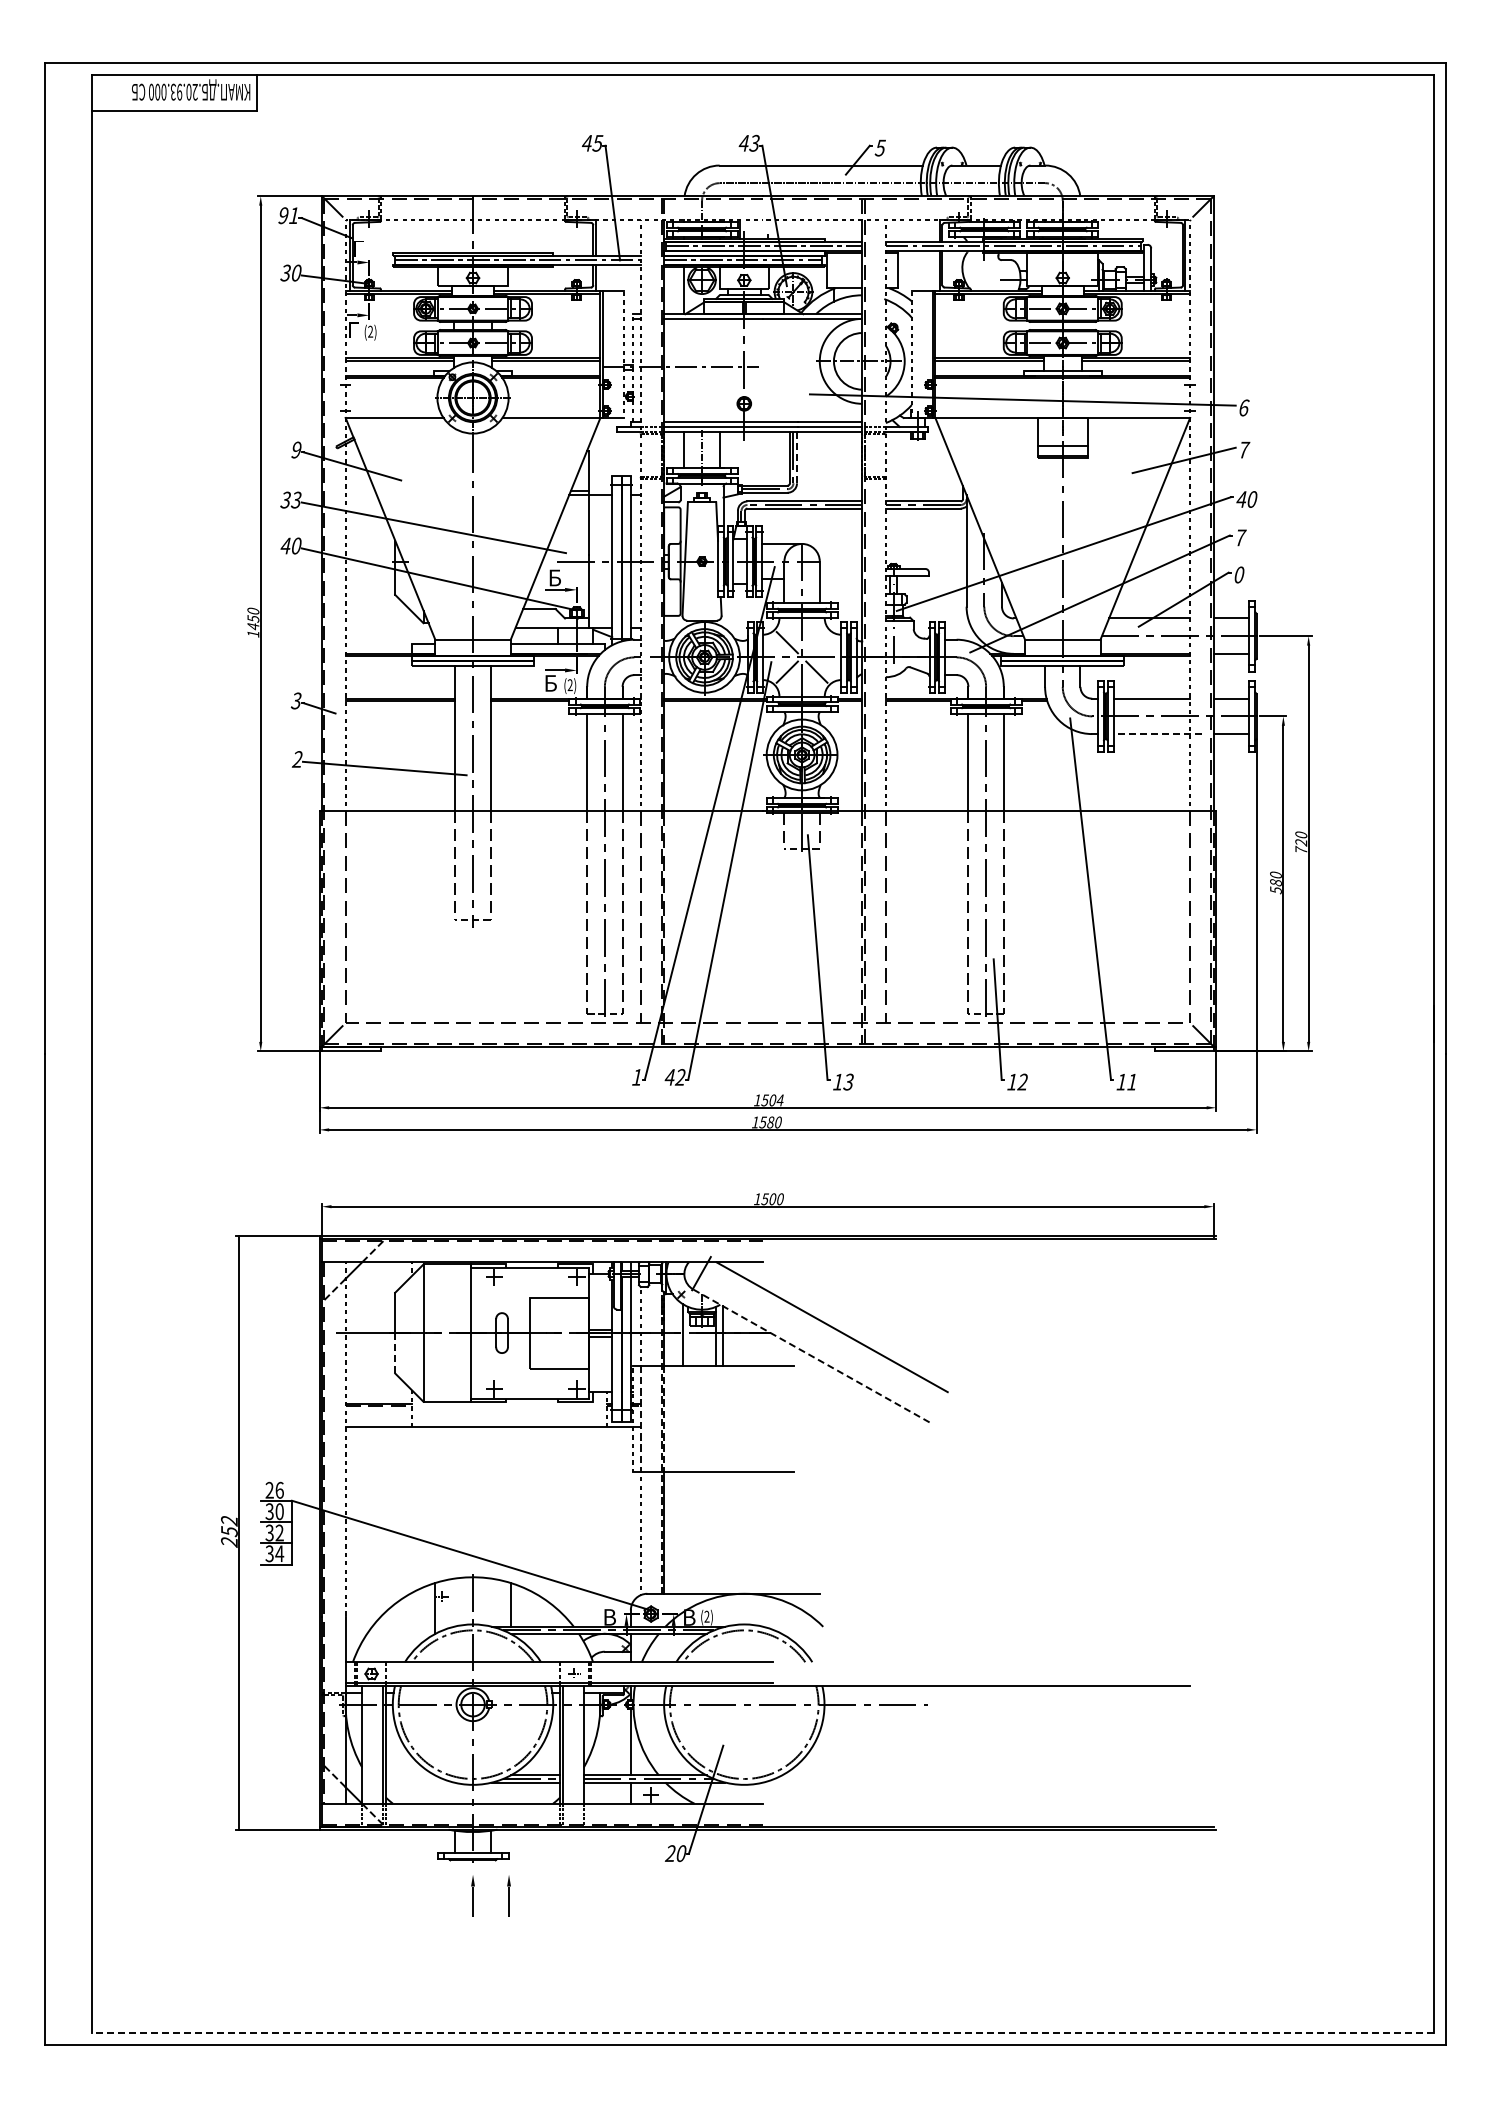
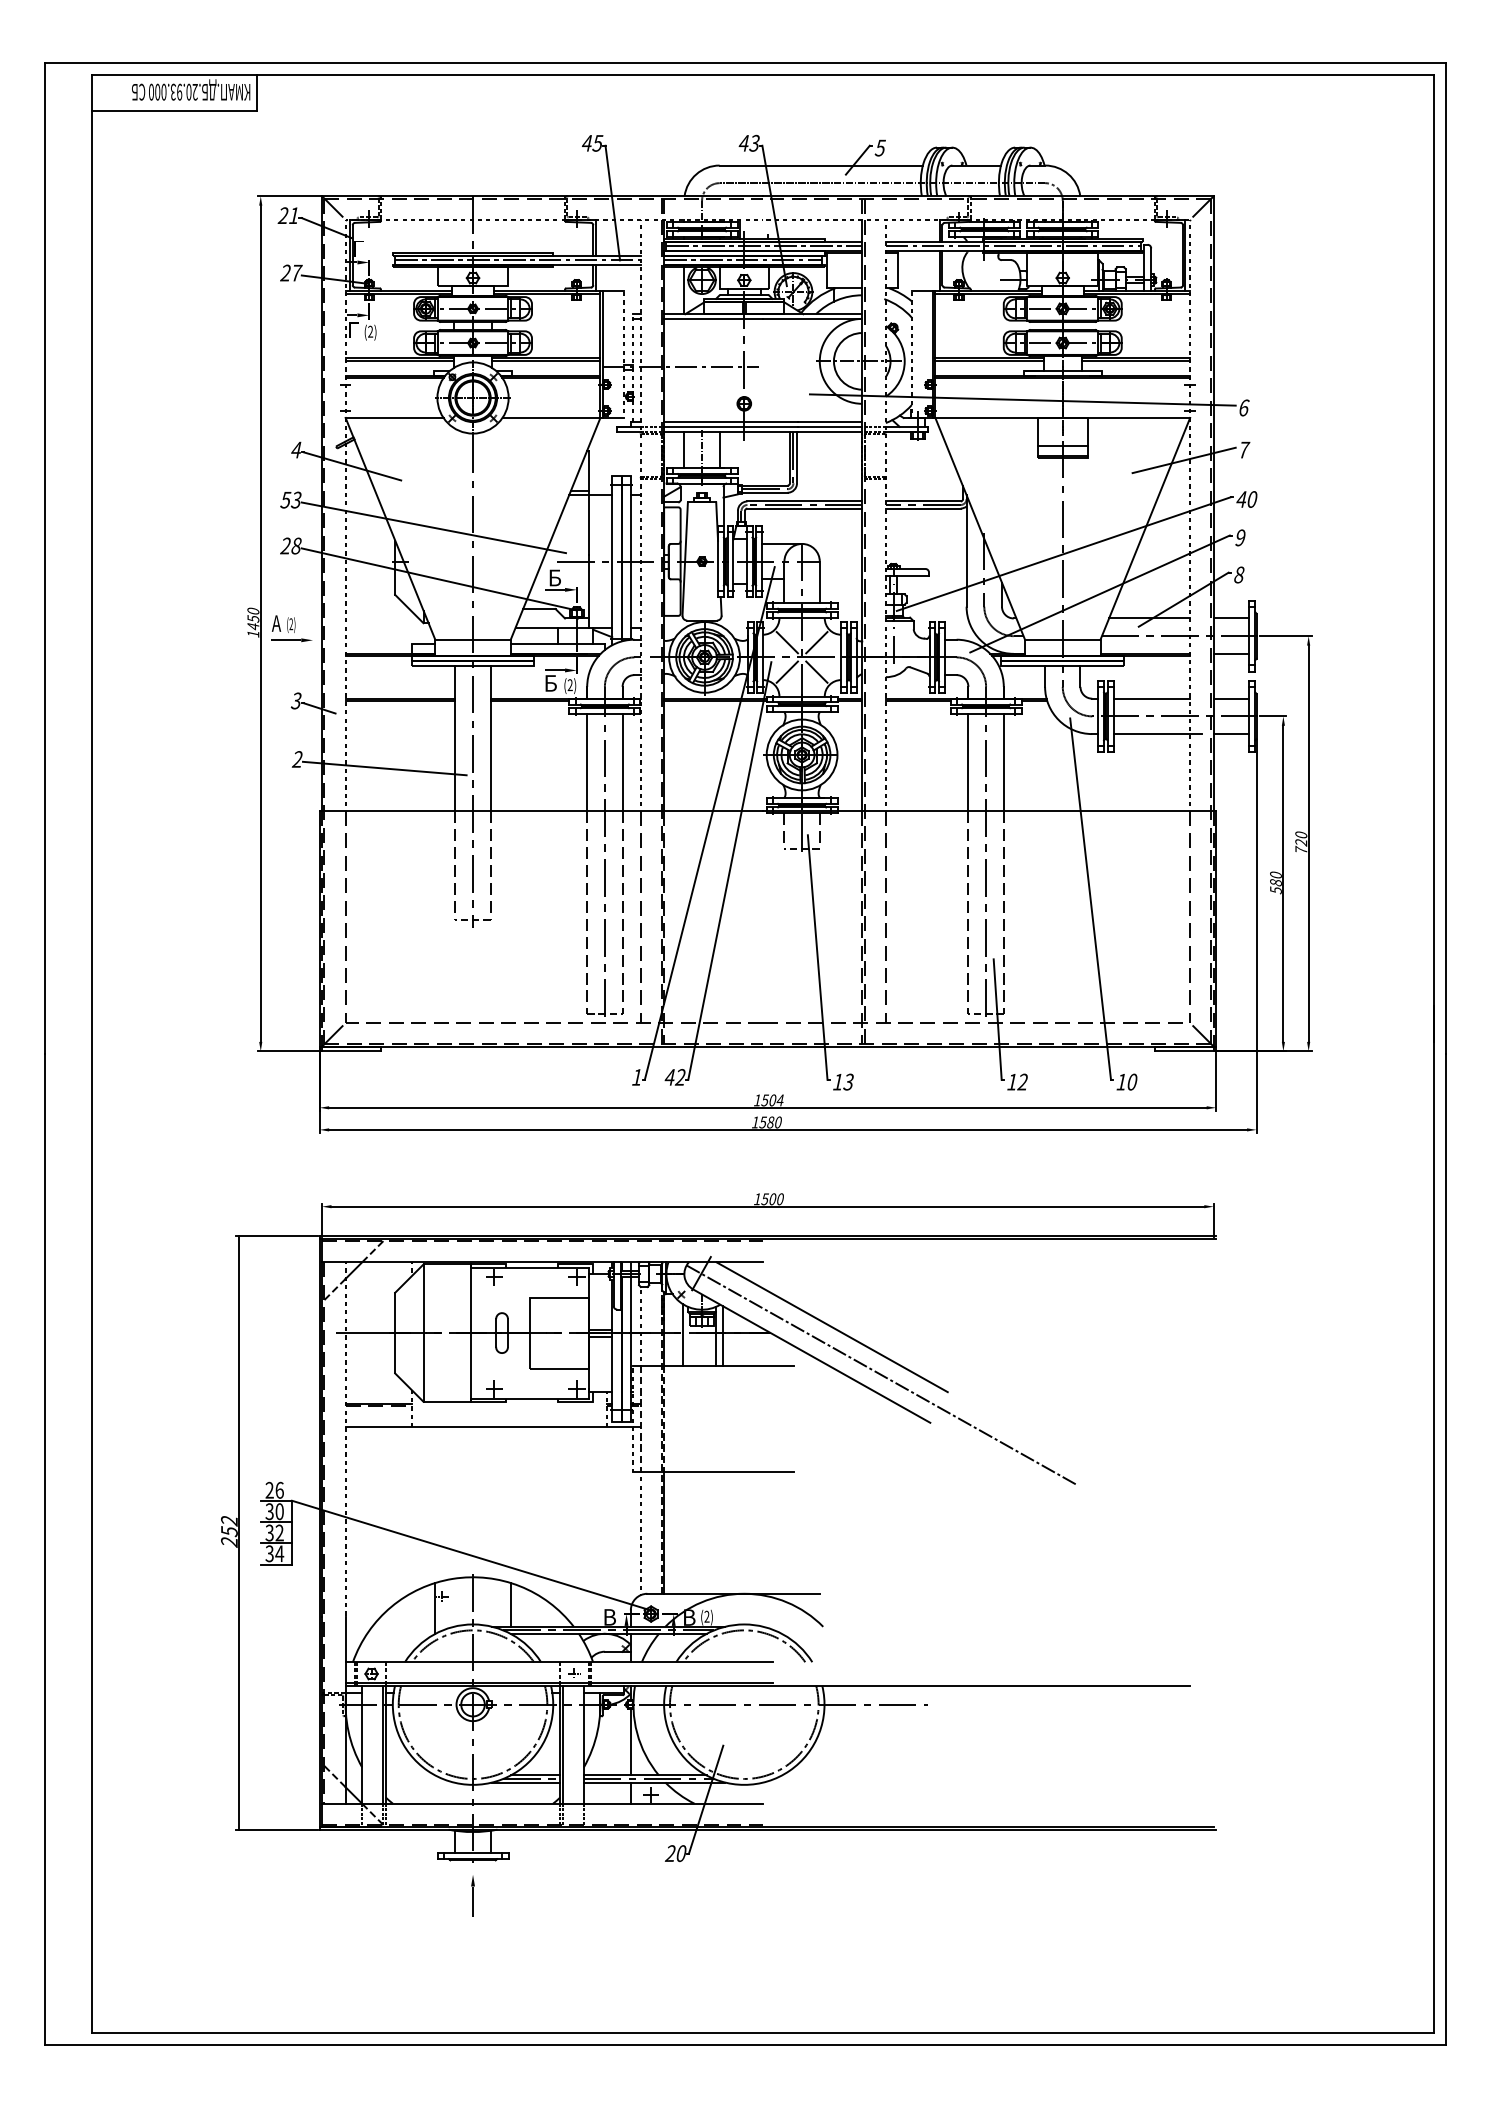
text at (282, 215): 91 -> 21
text at (291, 272): 30 -> 27
text at (296, 449): 9 -> 4
line at (797, 457): dashed -> solid
text at (286, 499): 33 -> 53
text at (1240, 537): 7 -> 9
text at (290, 545): 40 -> 28
text at (1239, 575): 0 -> 8
part at (291, 628): none -> present
line at (816, 642): none -> present
line at (1157, 734): dashed -> solid
text at (1132, 1081): 11 -> 10
line at (395, 1352): dashed -> solid
line at (811, 1356): dashed -> solid
line at (882, 1375): none -> present
part at (508, 1895): present -> none
line at (762, 2032): dashed -> solid
